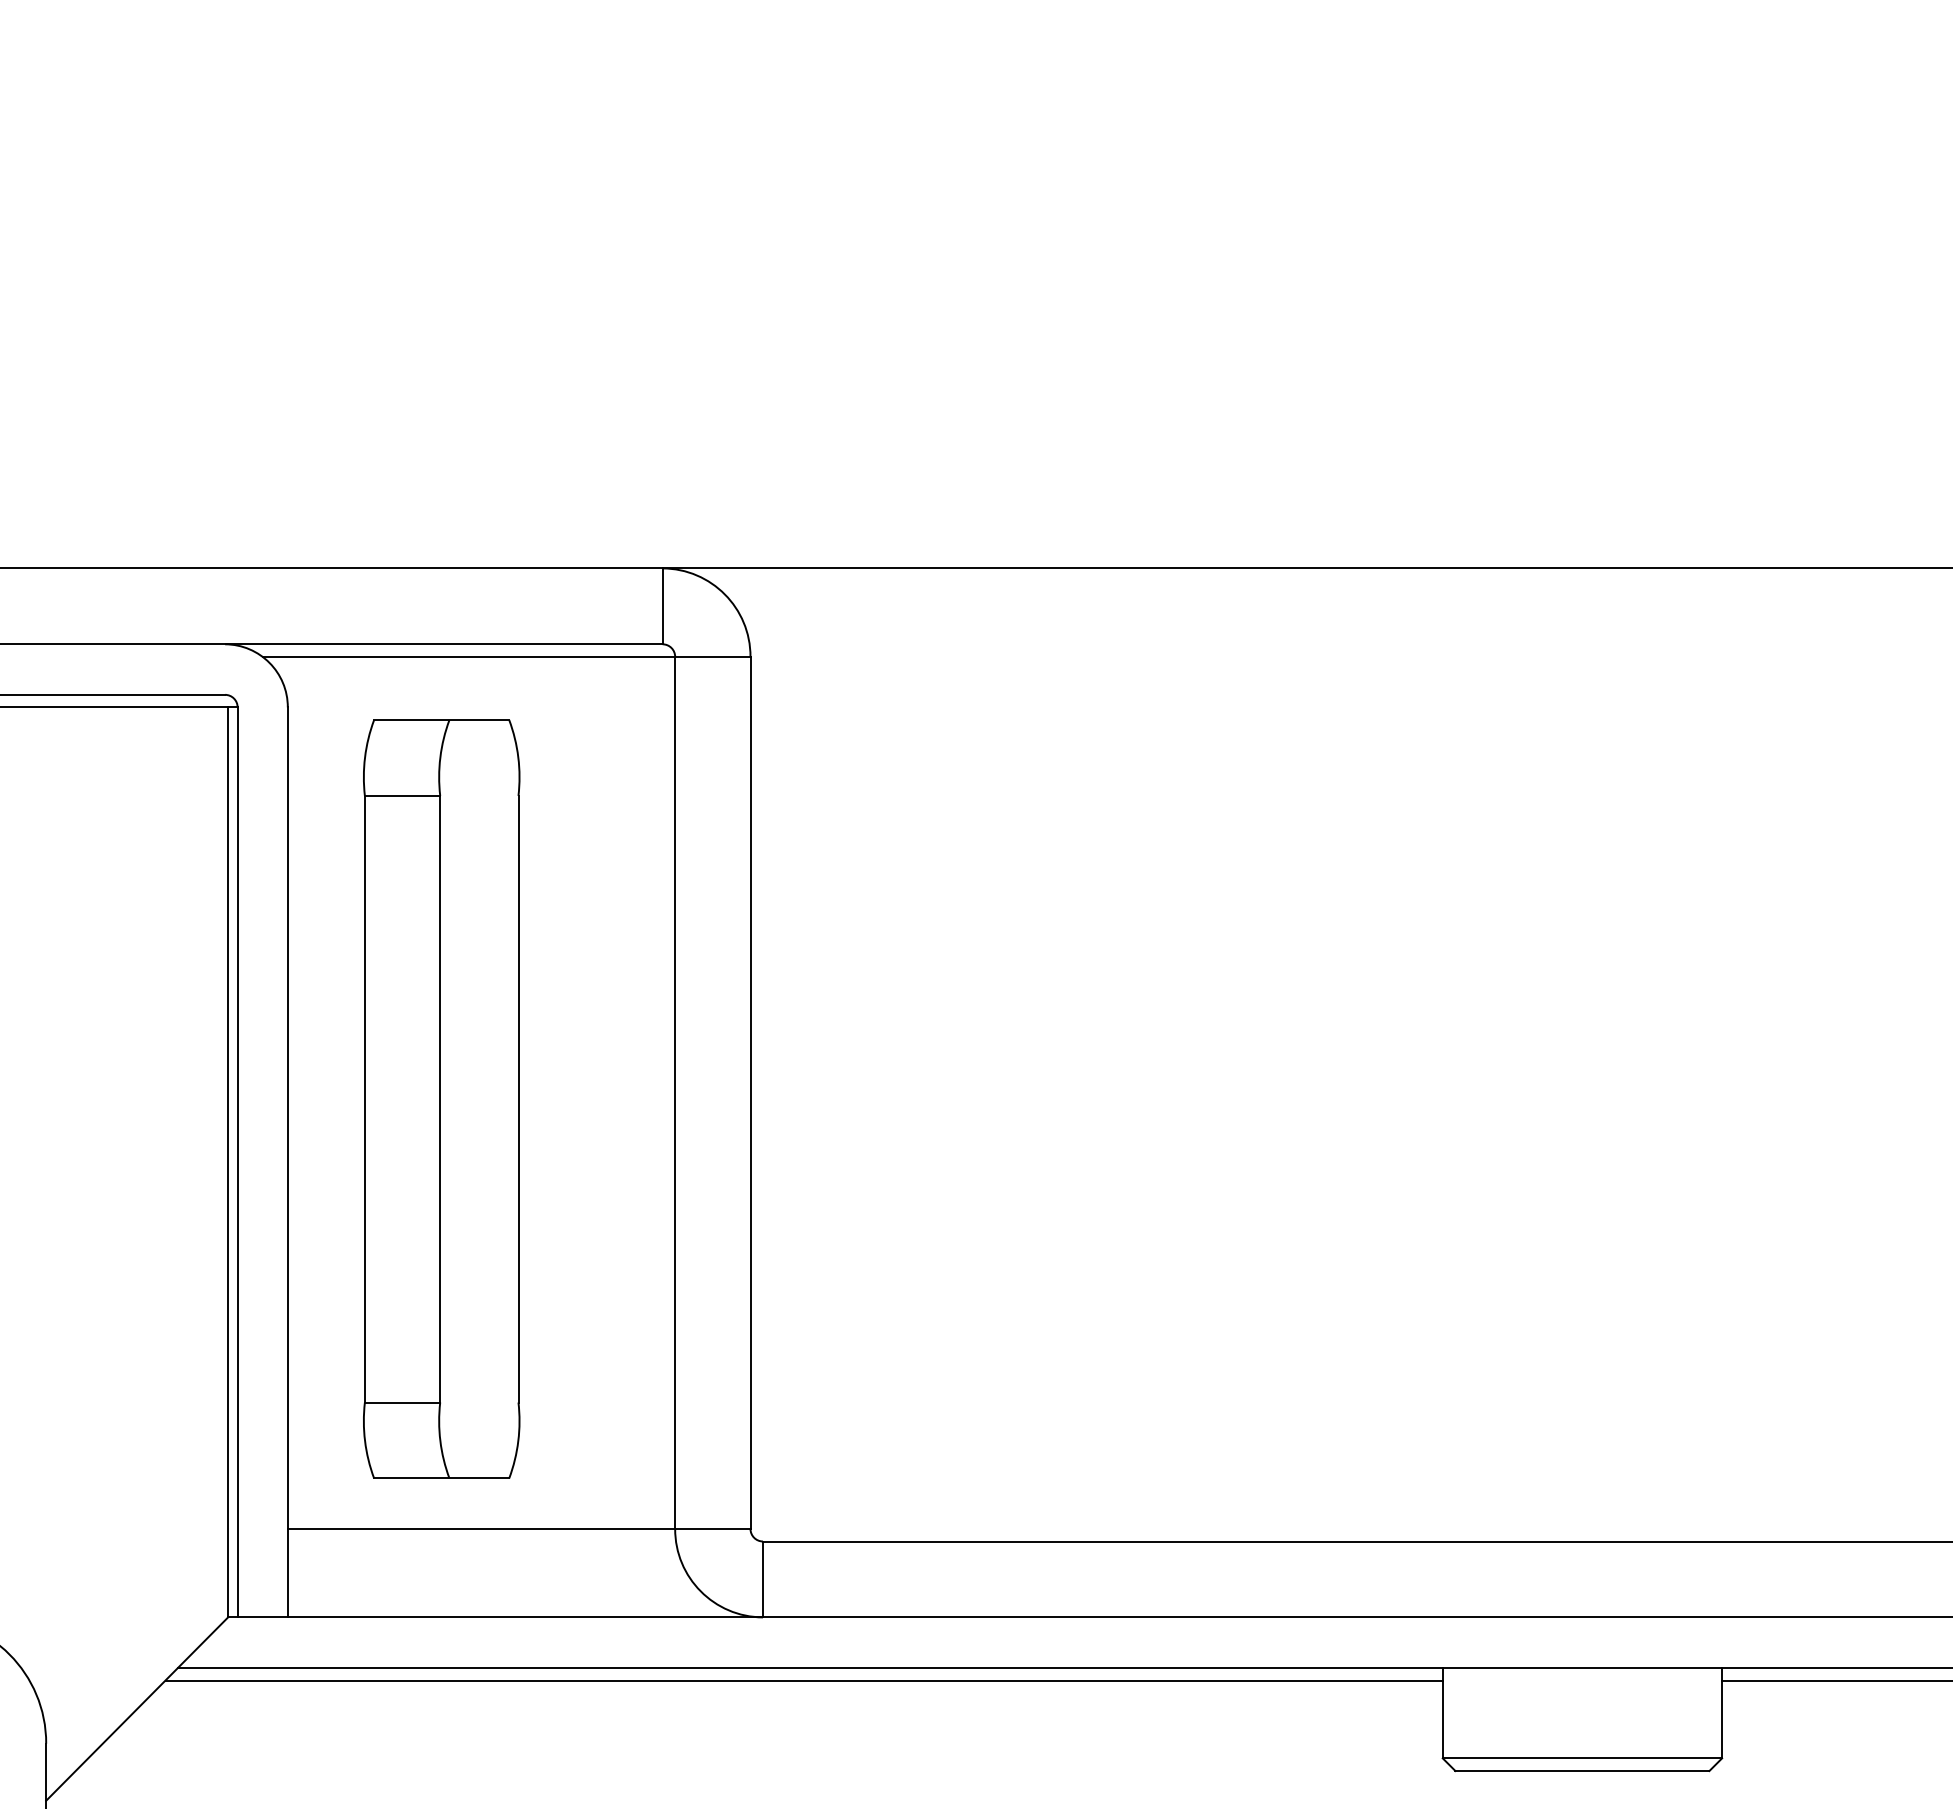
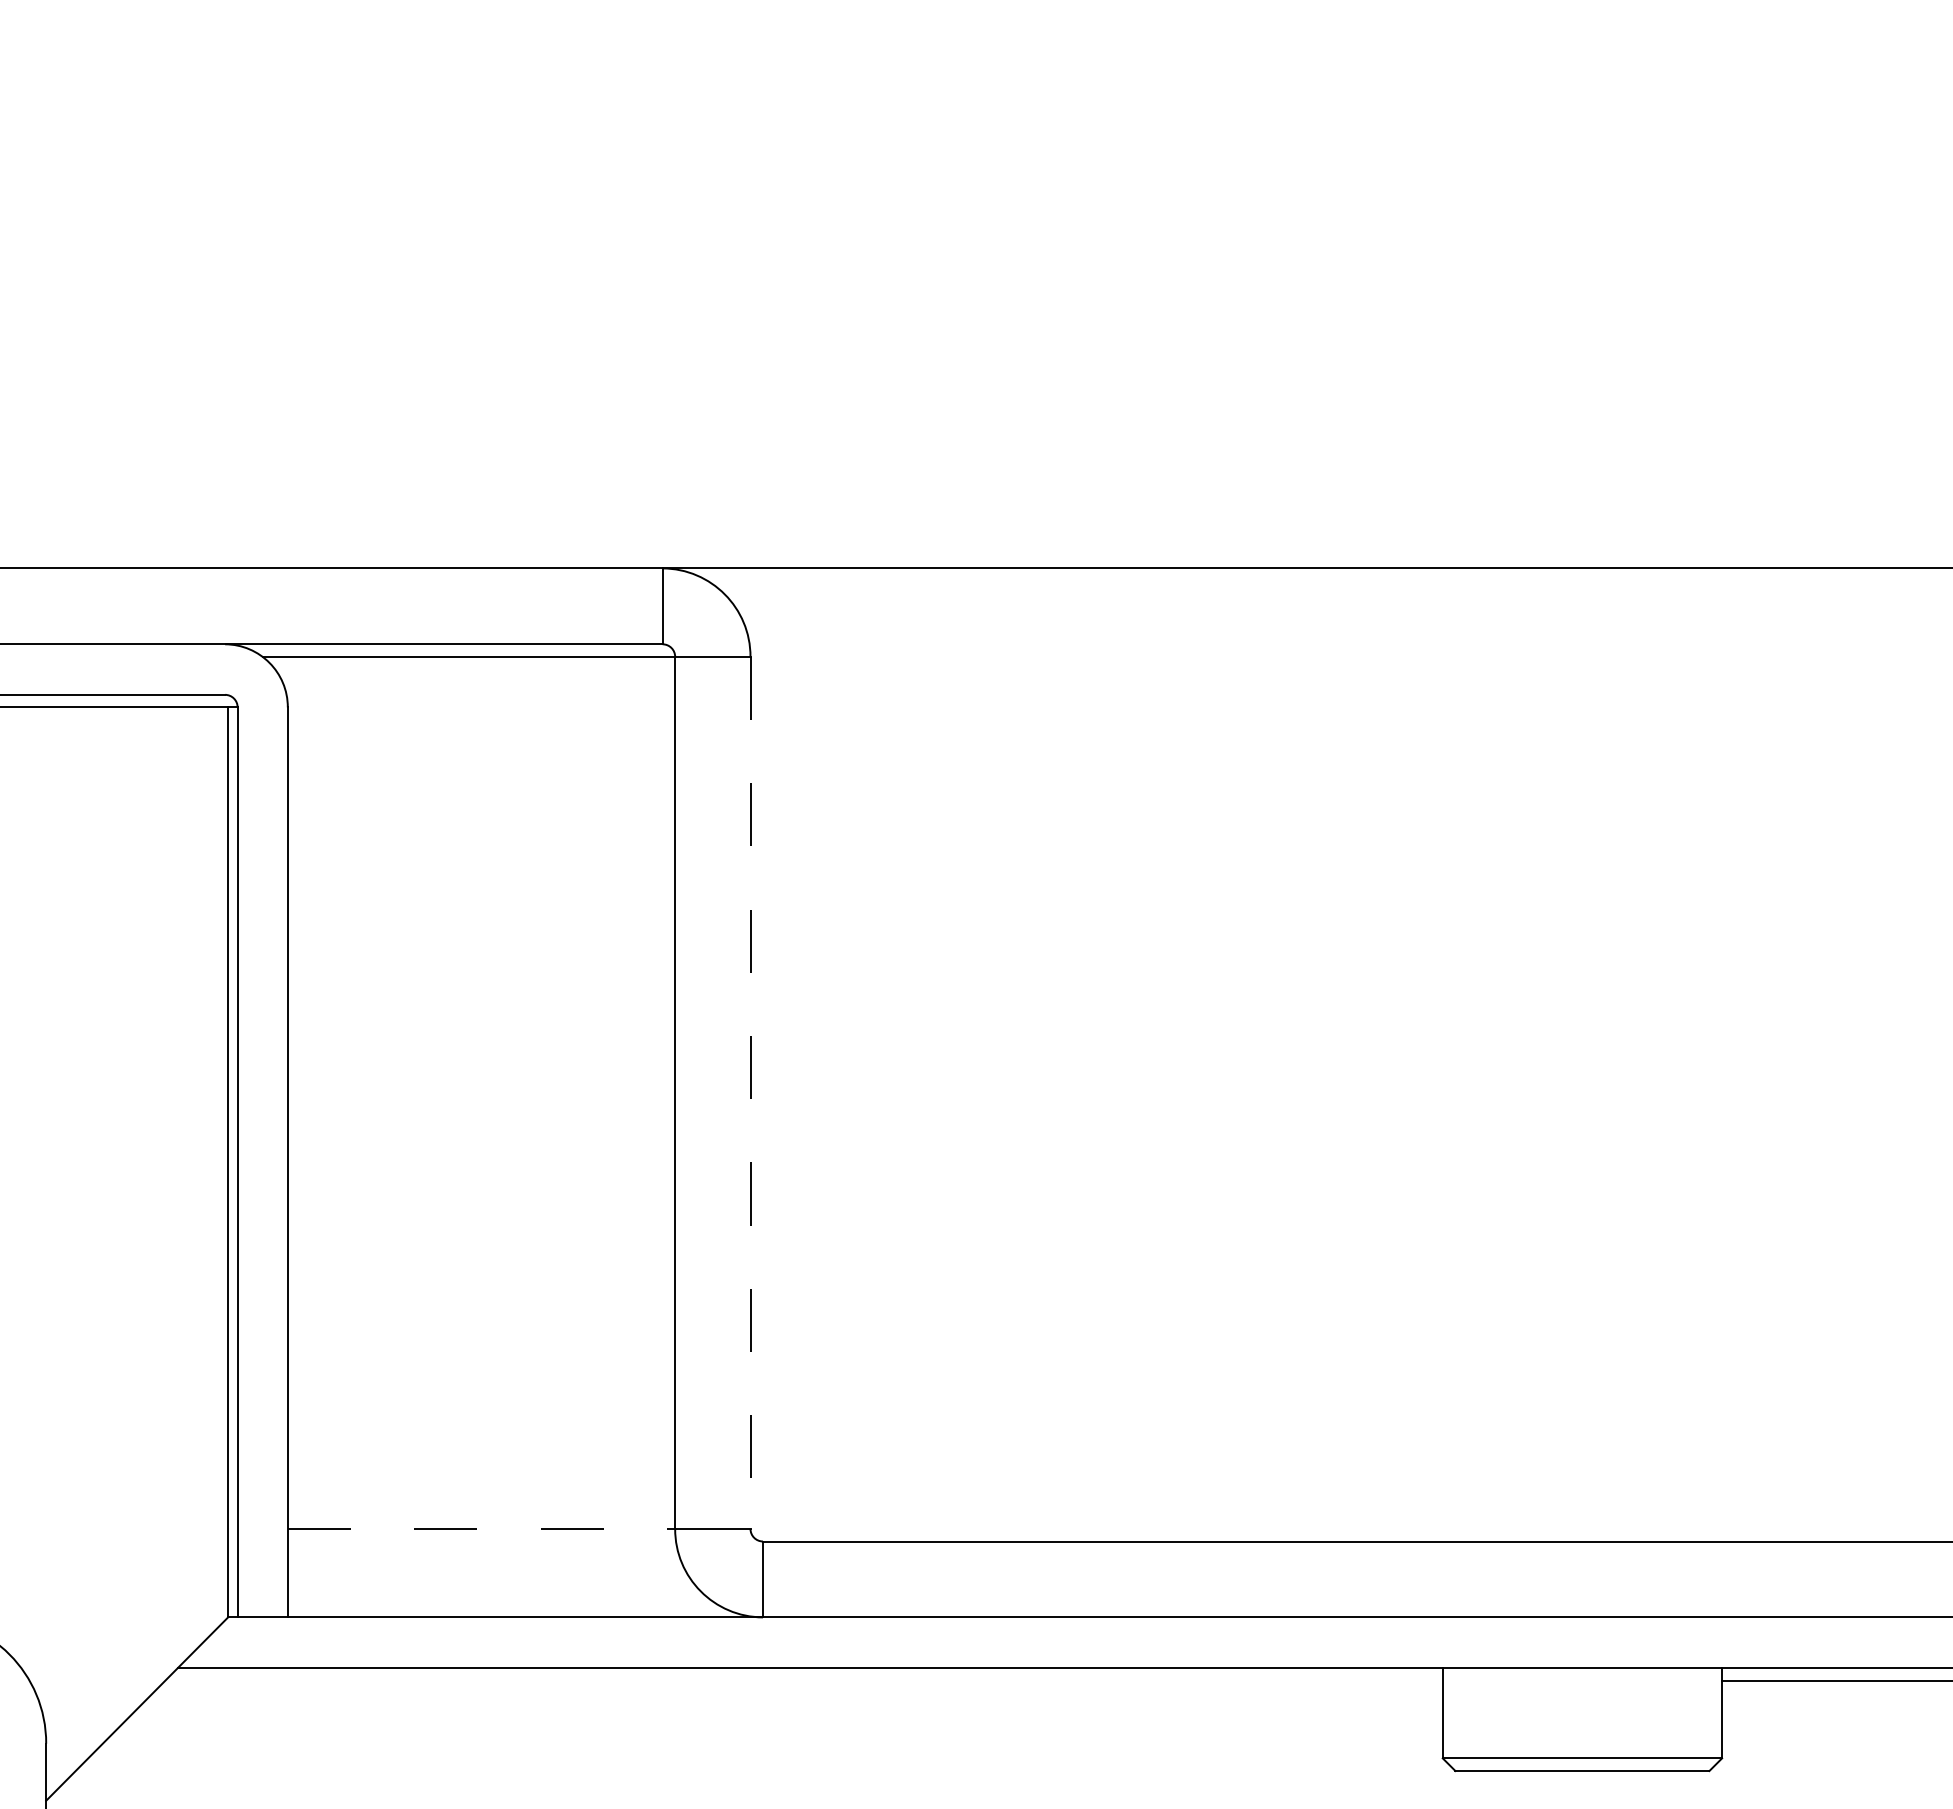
line at (750, 1092): solid -> dashed
part at (441, 1098): present -> none
line at (481, 1528): solid -> dashed
line at (803, 1680): present -> none
